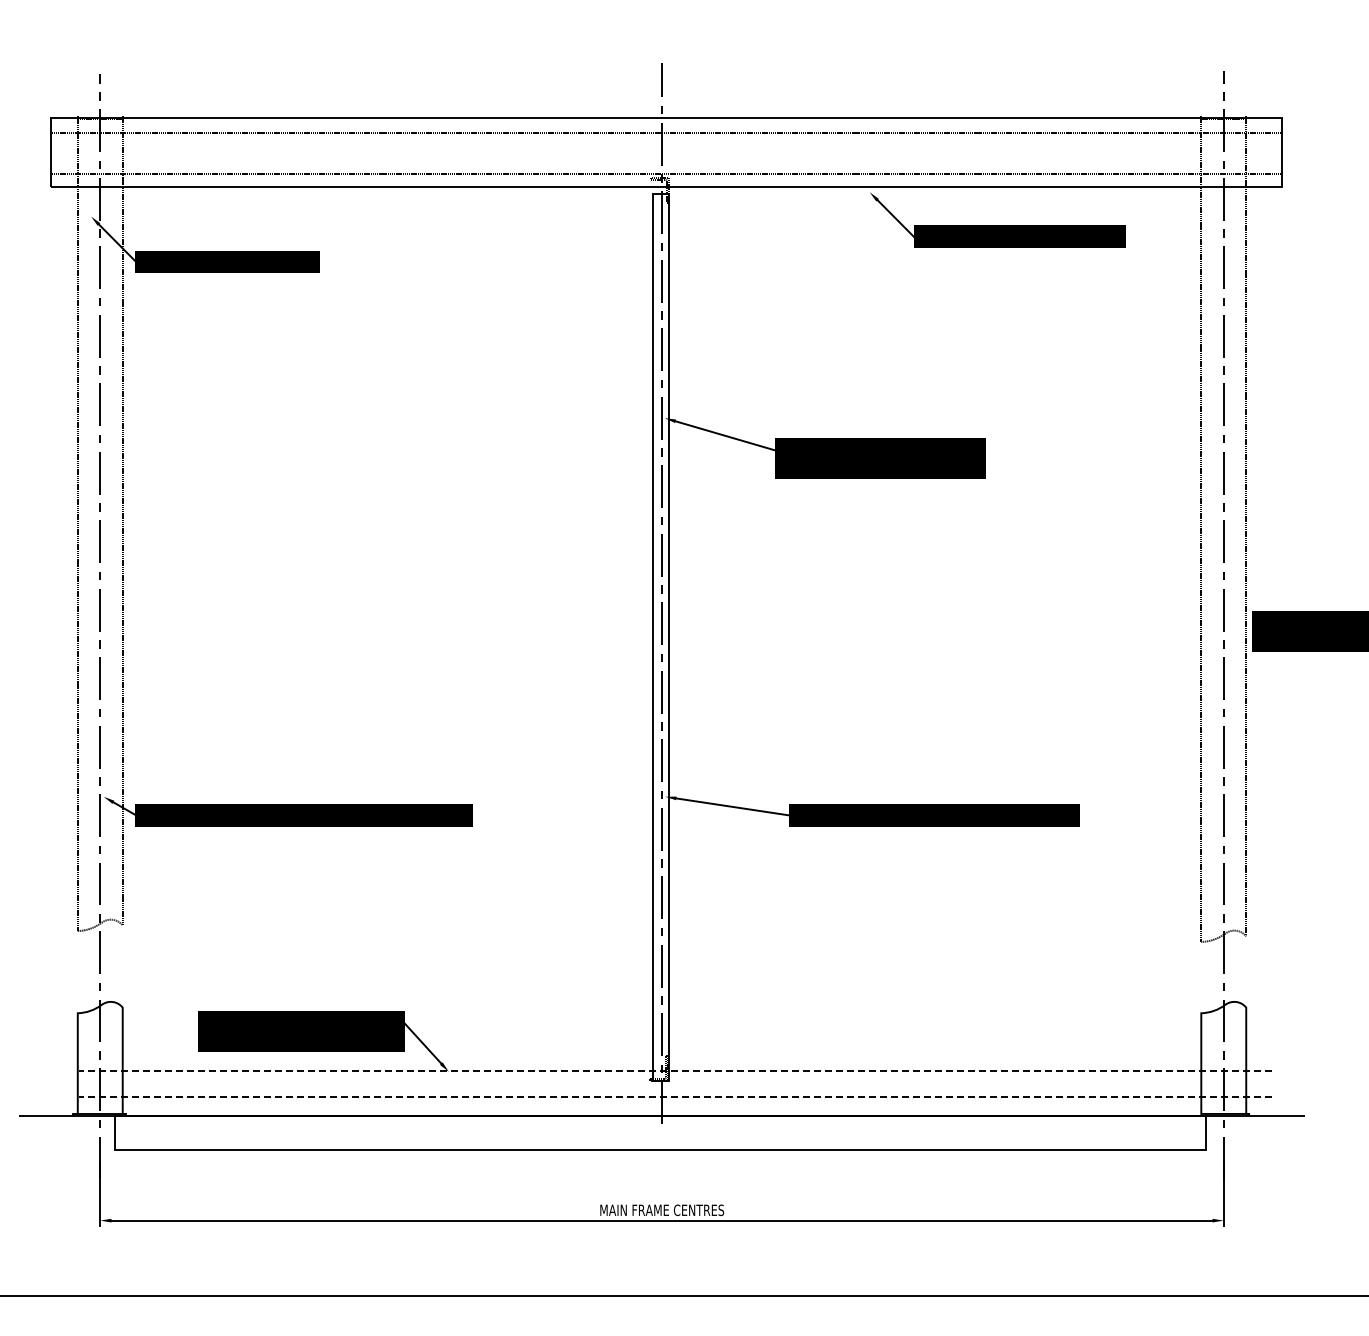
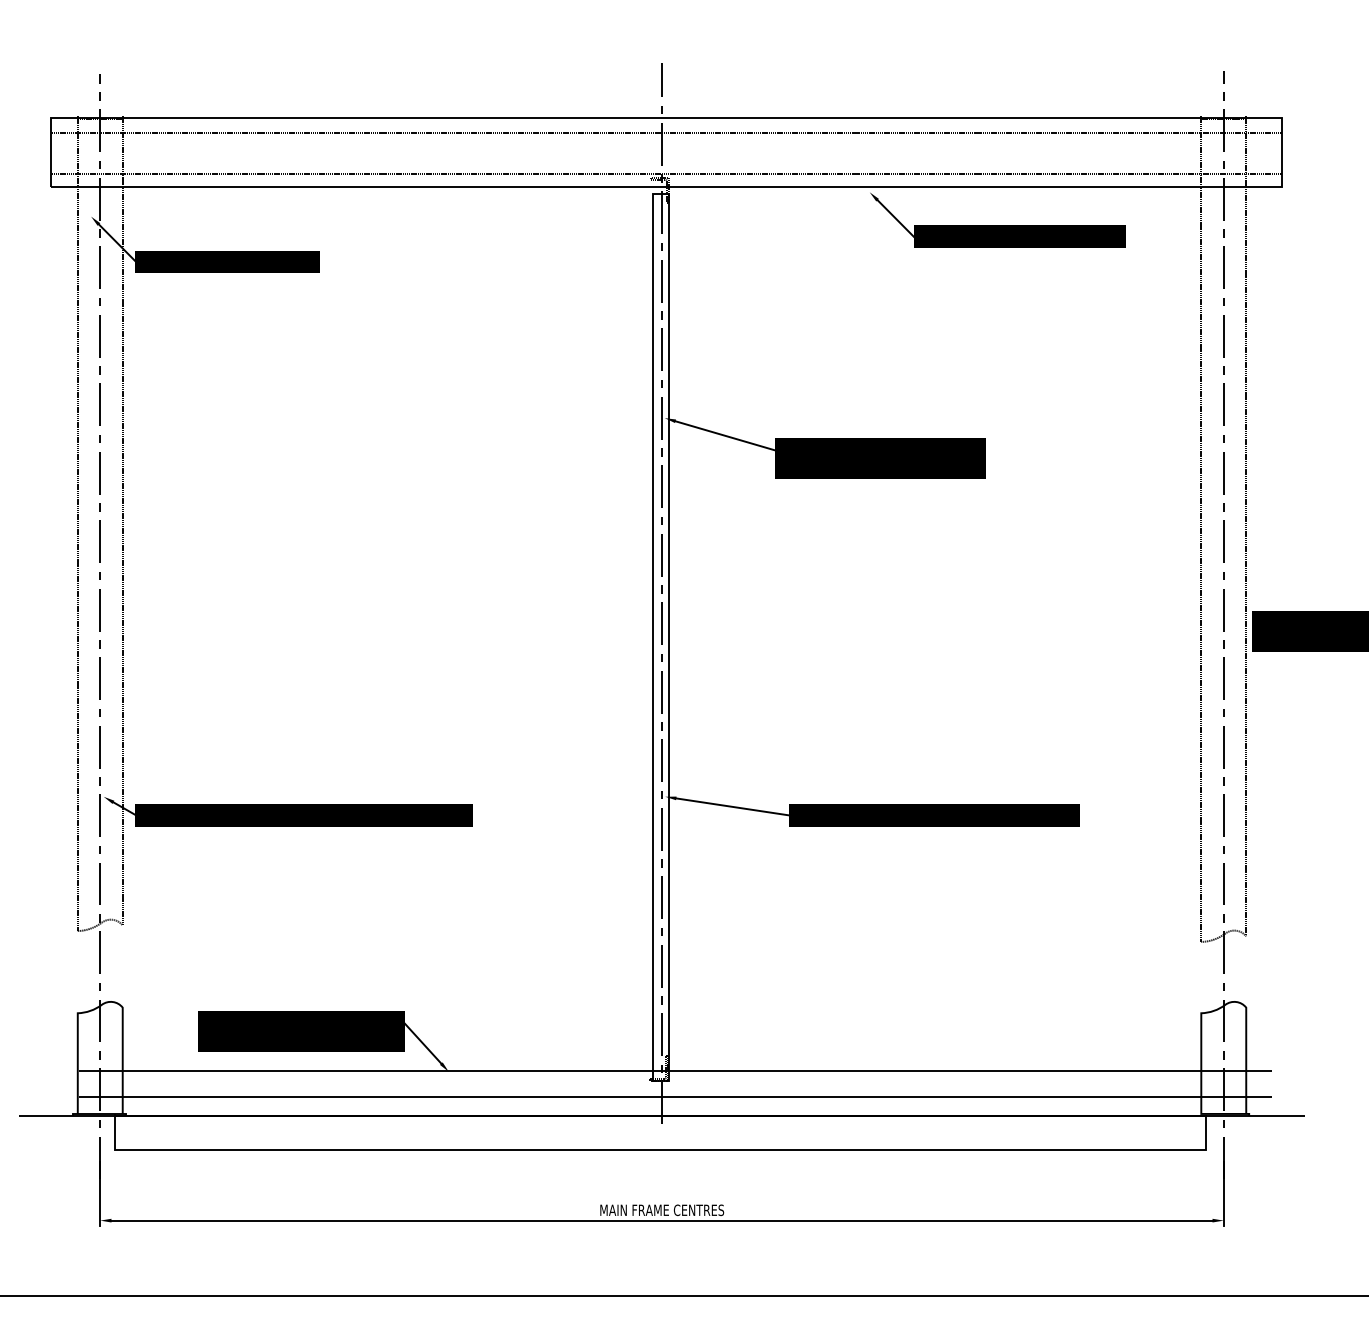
line at (675, 1071): dashed -> solid
line at (675, 1097): dashed -> solid
